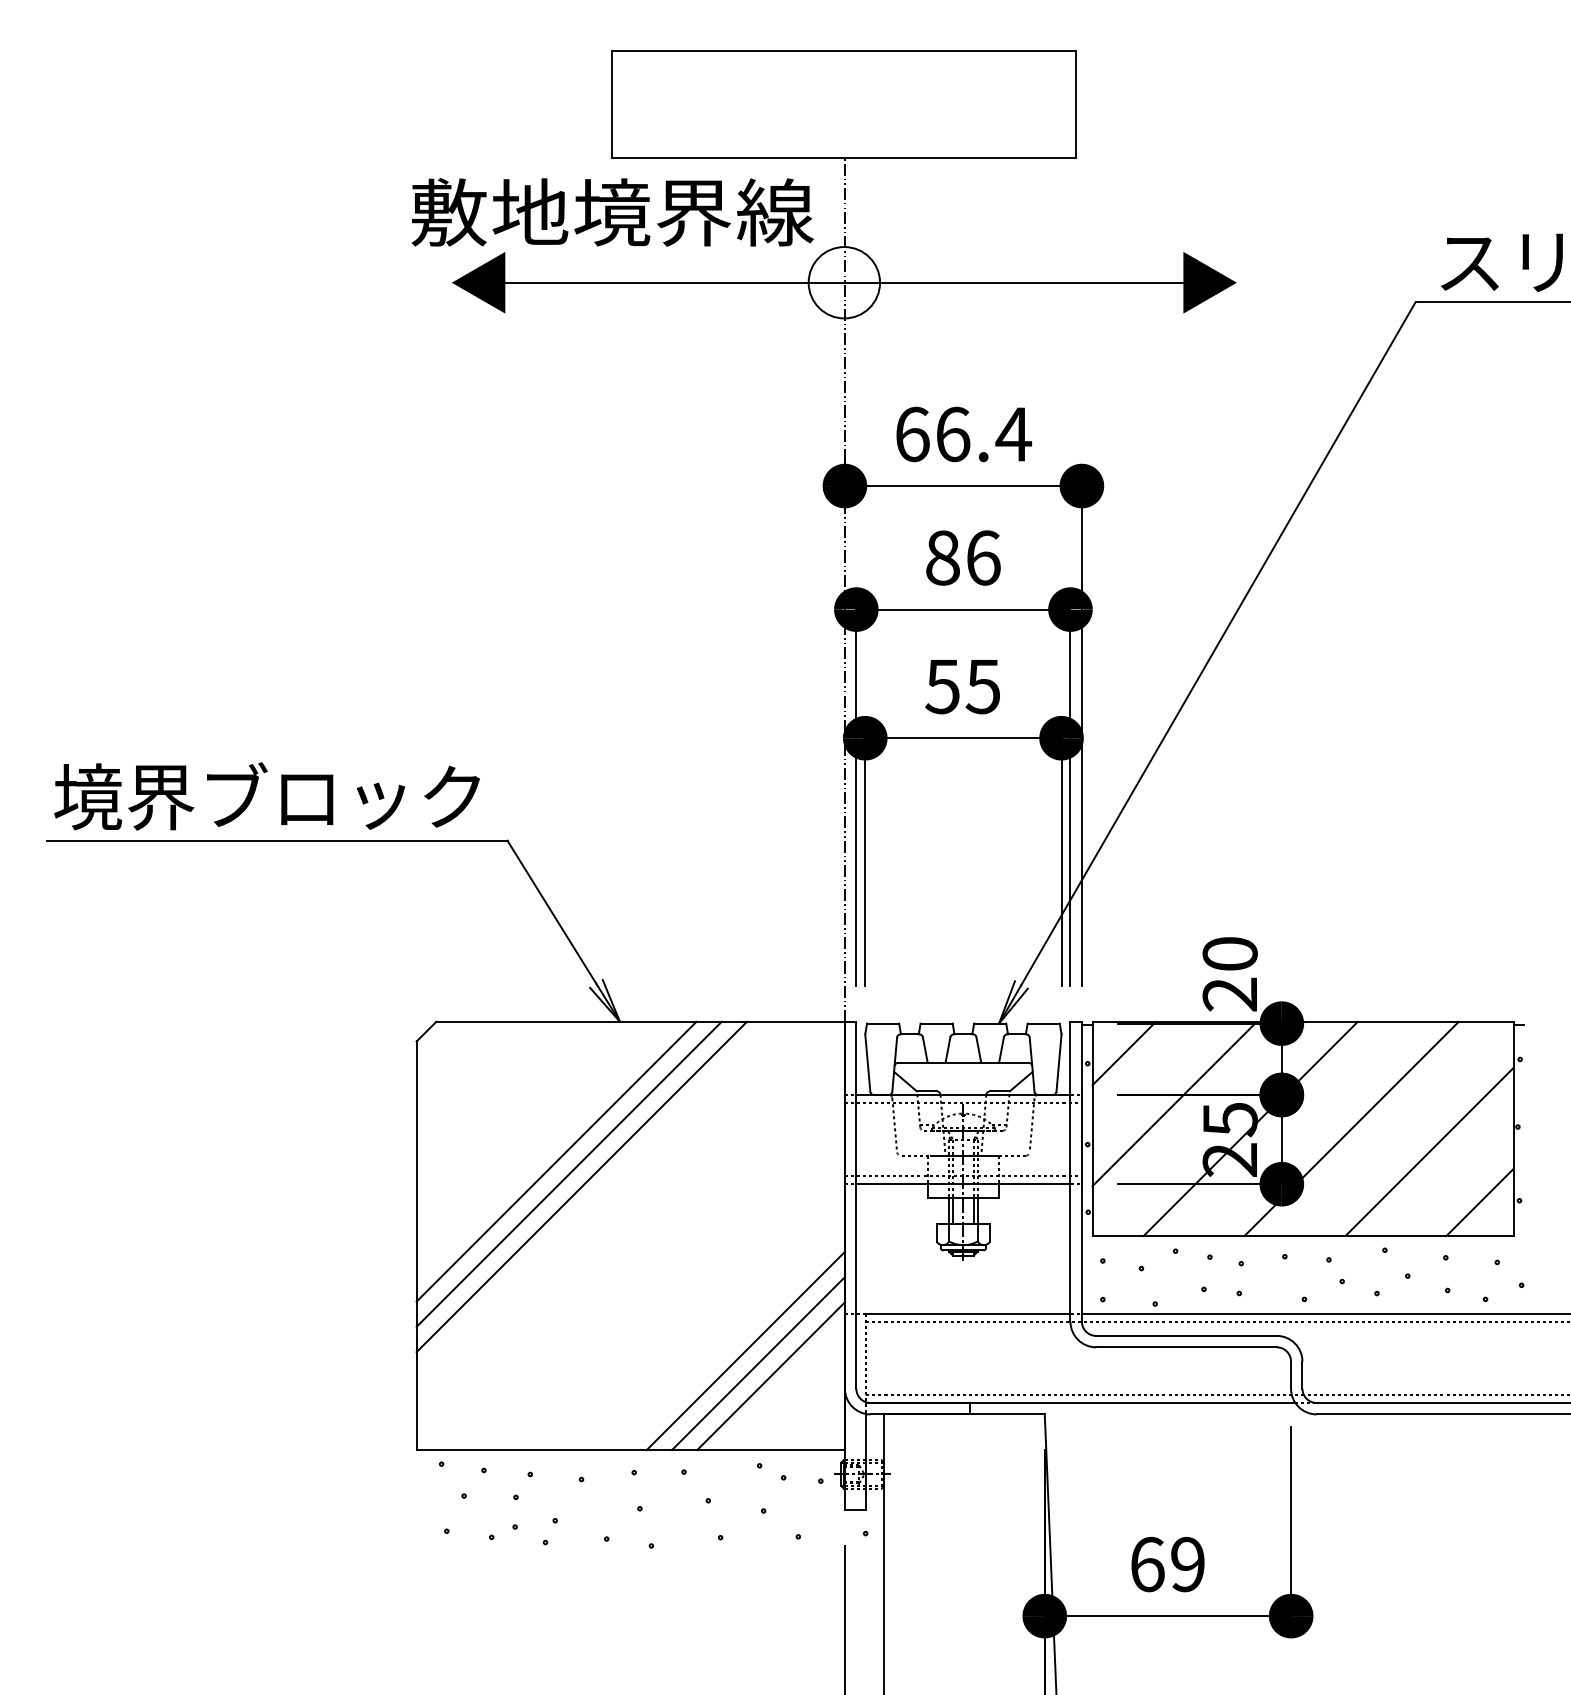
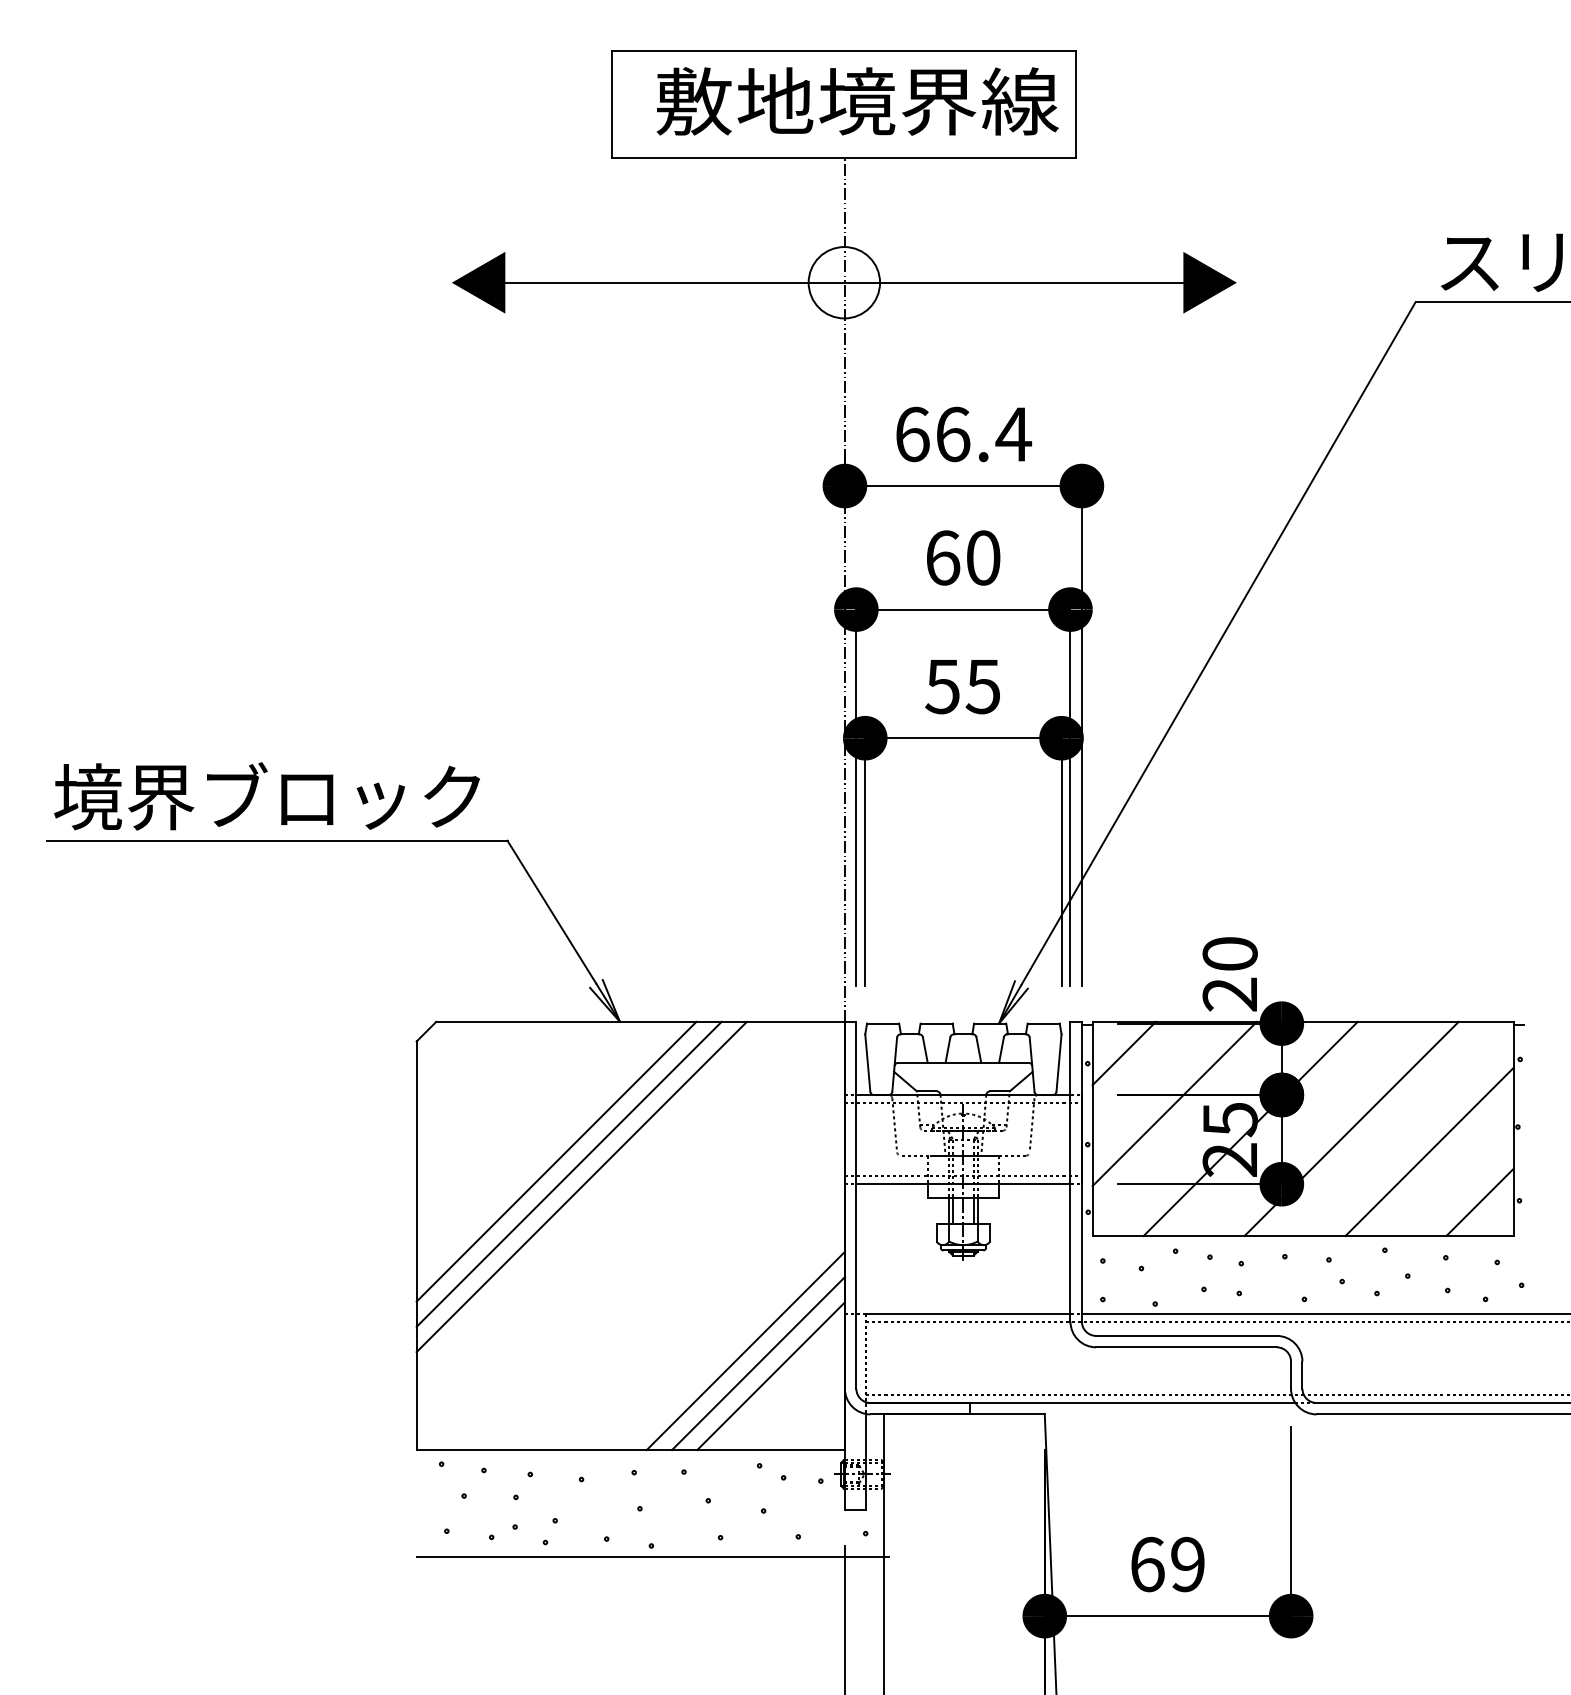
text at (612, 212) position: (612, 212) -> (857, 101)
text at (963, 557): 86 -> 60
line at (652, 1557): none -> present
